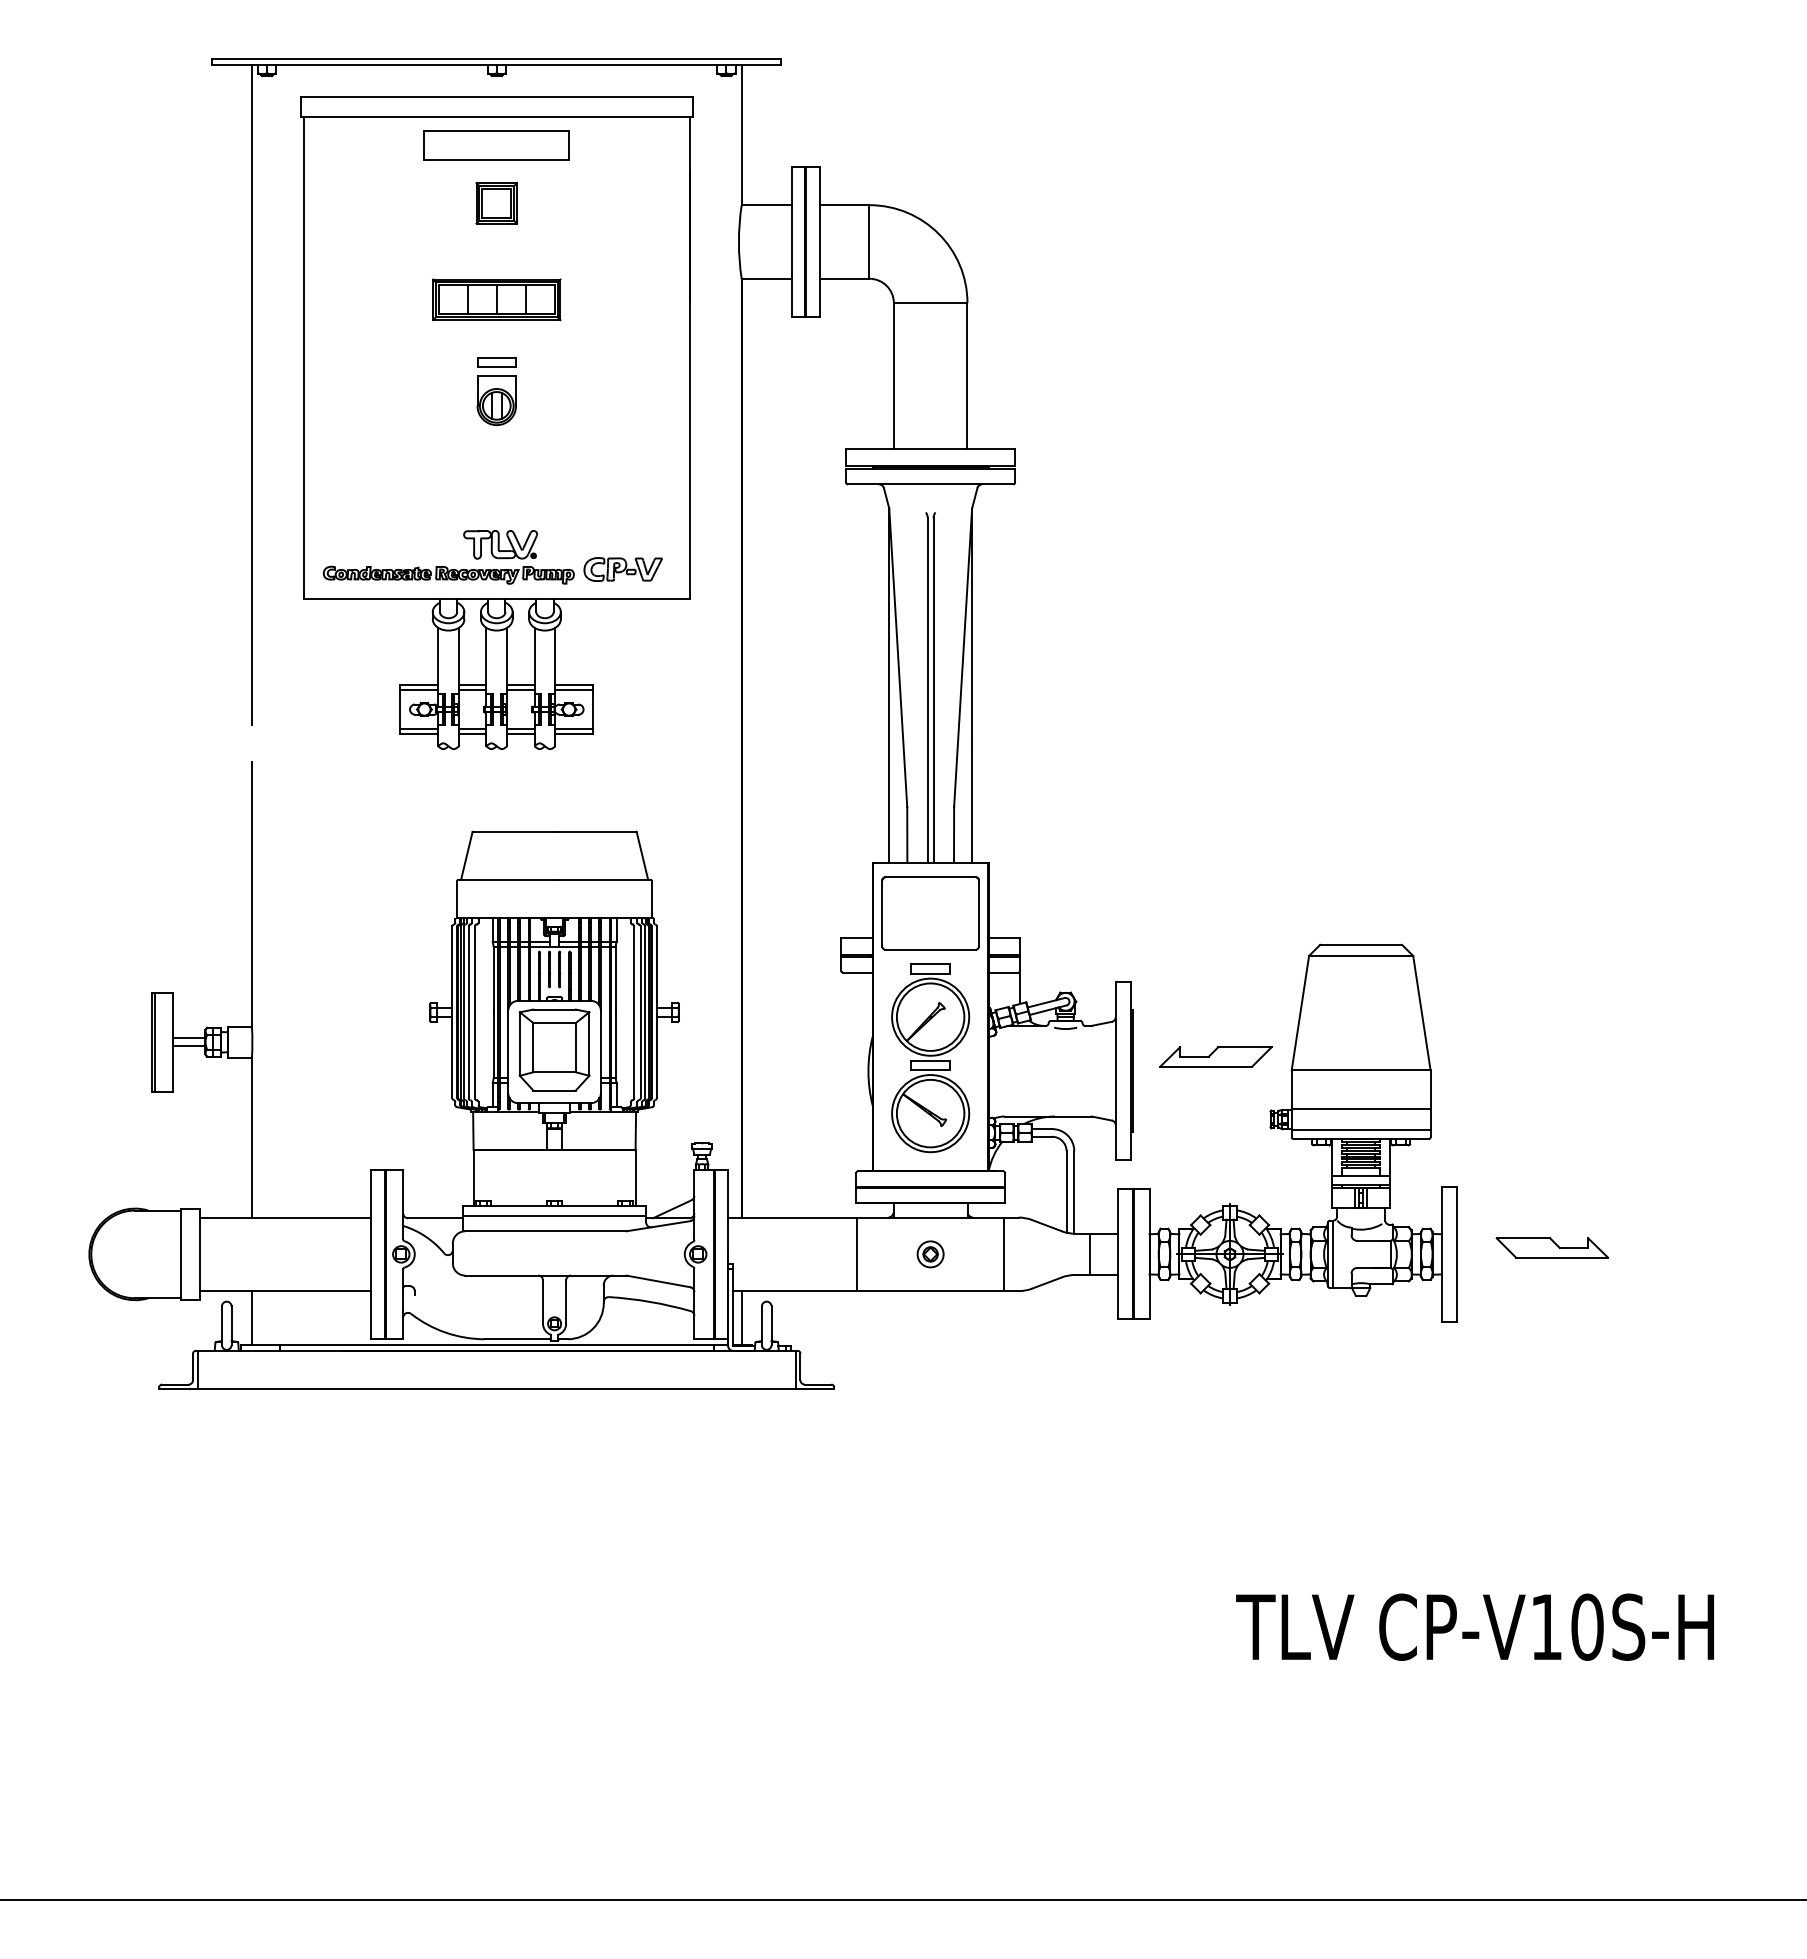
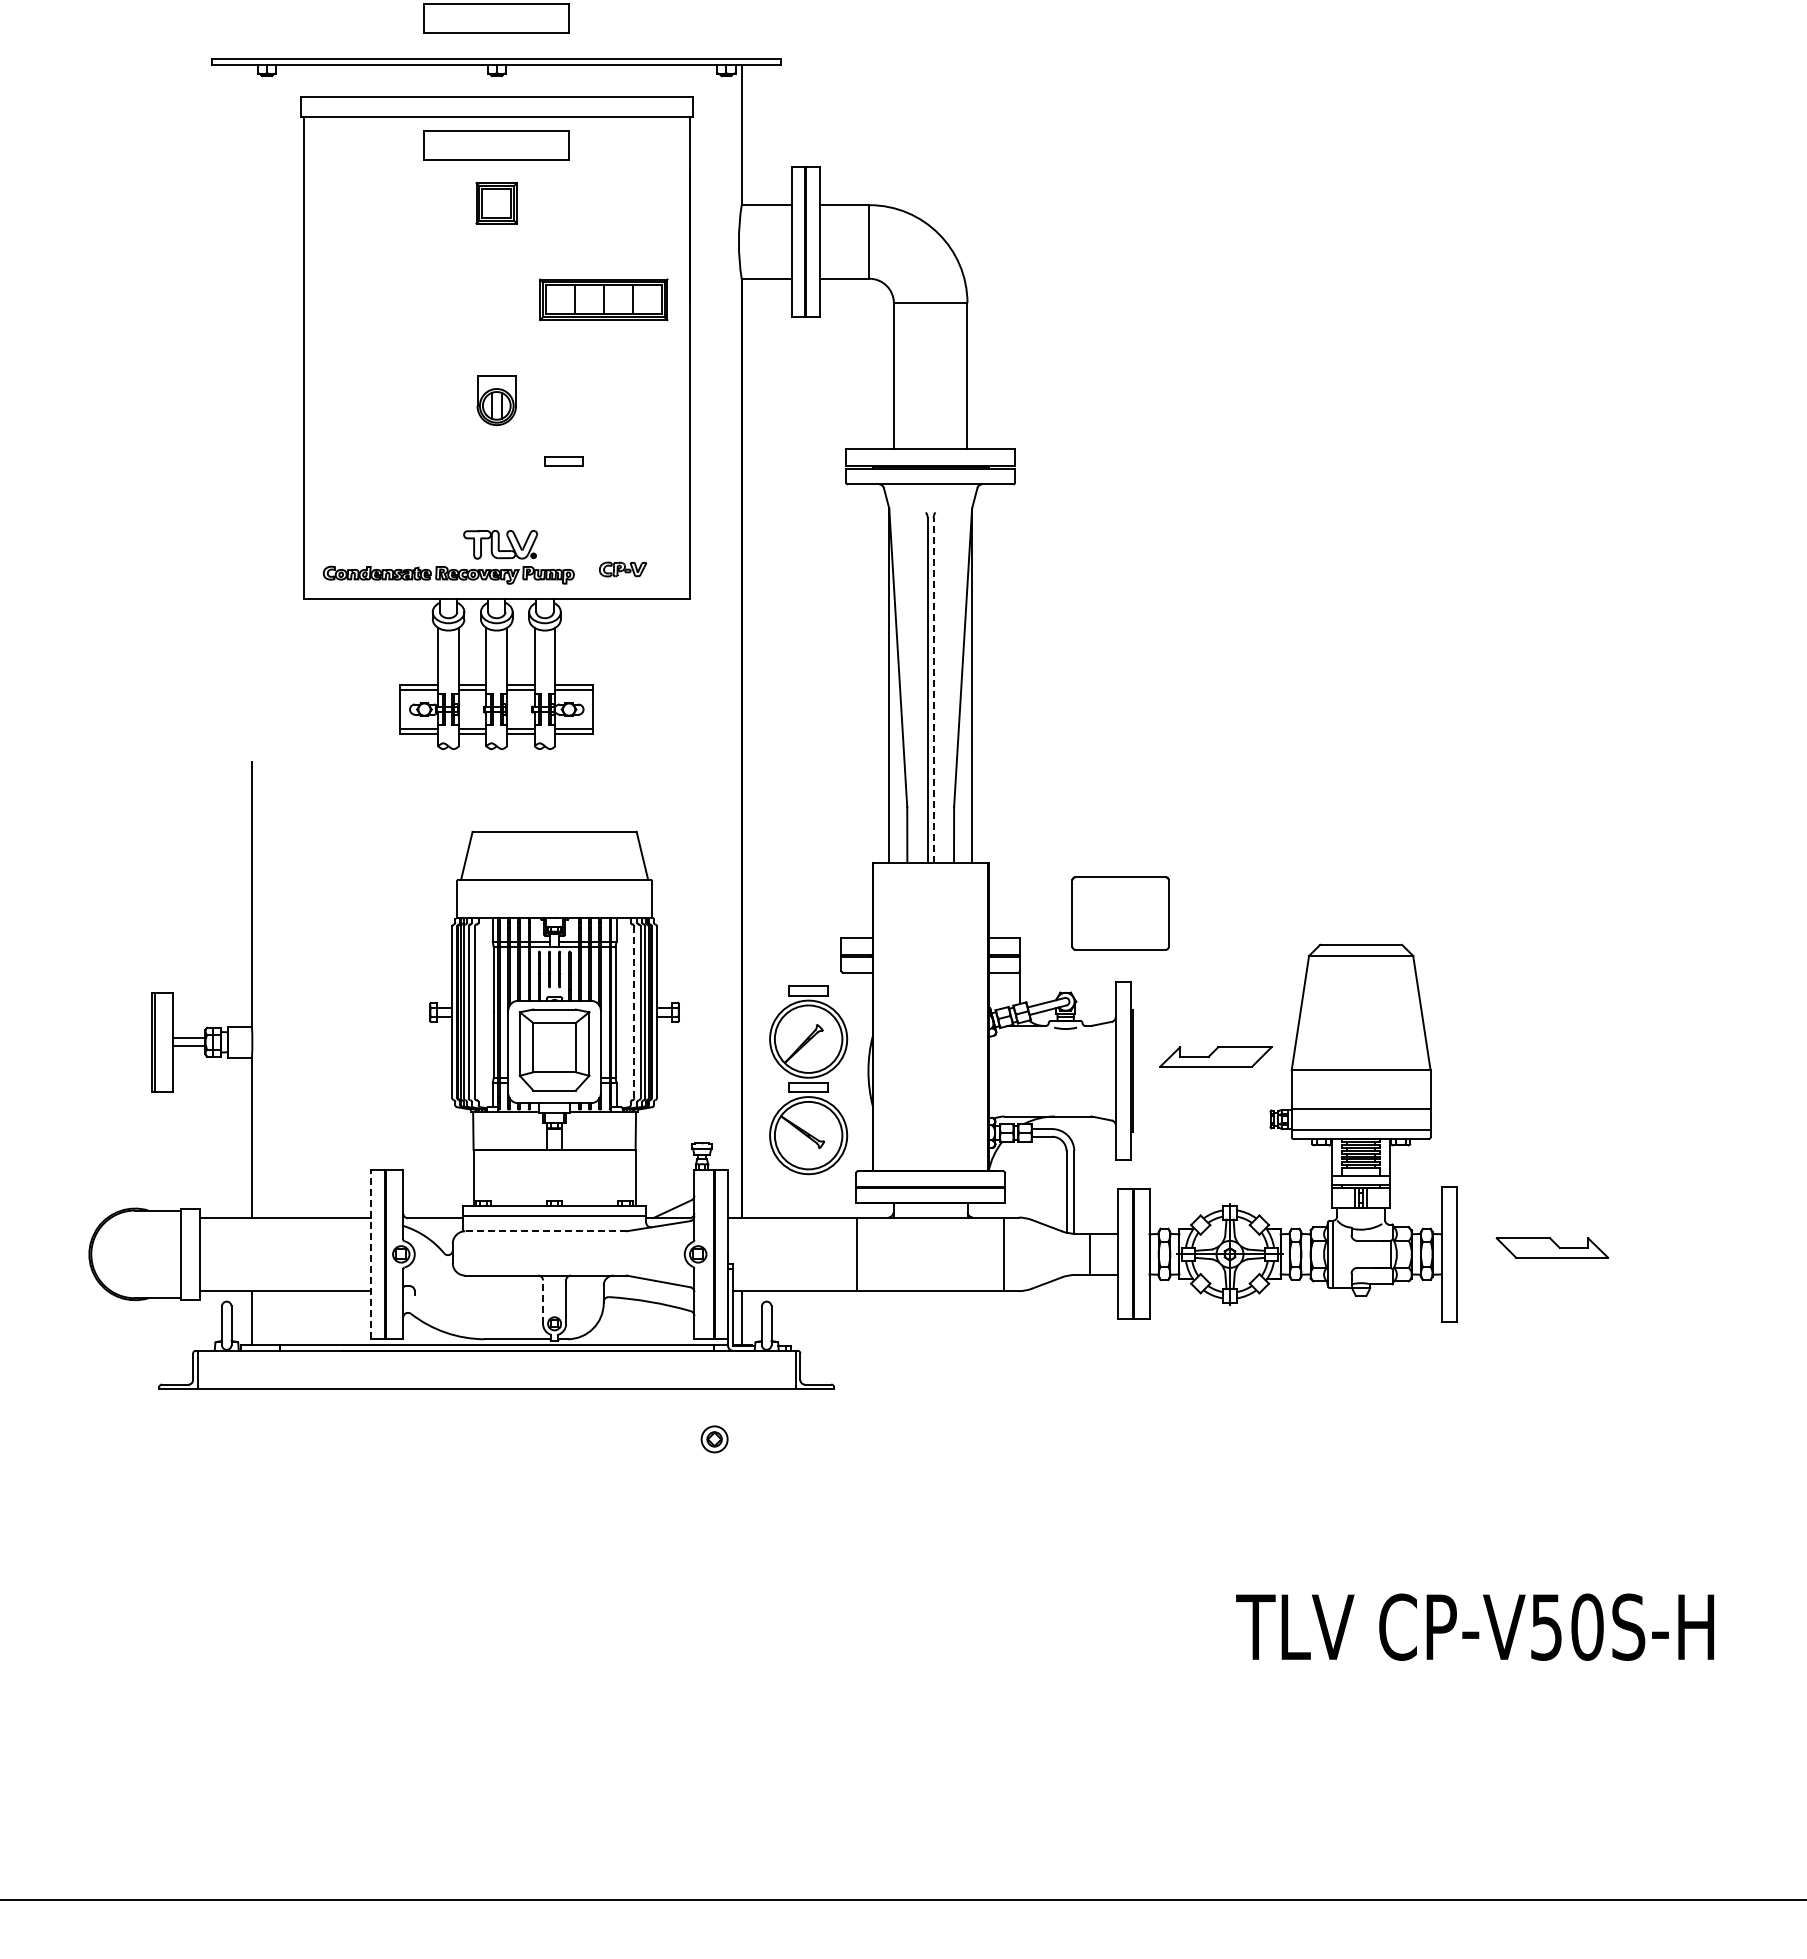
part at (496, 18): none -> present
part at (496, 299) position: (496, 299) -> (603, 299)
part at (496, 362) position: (496, 362) -> (563, 461)
line at (251, 394): present -> none
part at (622, 569) size: 80x25 px -> 49x17 px
line at (933, 690): solid -> dashed
part at (930, 913) position: (930, 913) -> (1120, 913)
line at (634, 1012): solid -> dashed
part at (930, 1058) position: (930, 1058) -> (808, 1080)
line at (545, 1231): solid -> dashed
line at (371, 1253): solid -> dashed
part at (930, 1254) position: (930, 1254) -> (714, 1439)
line at (543, 1302): solid -> dashed
text at (1546, 1627): CP-V10S-H -> CP-V50S-H
